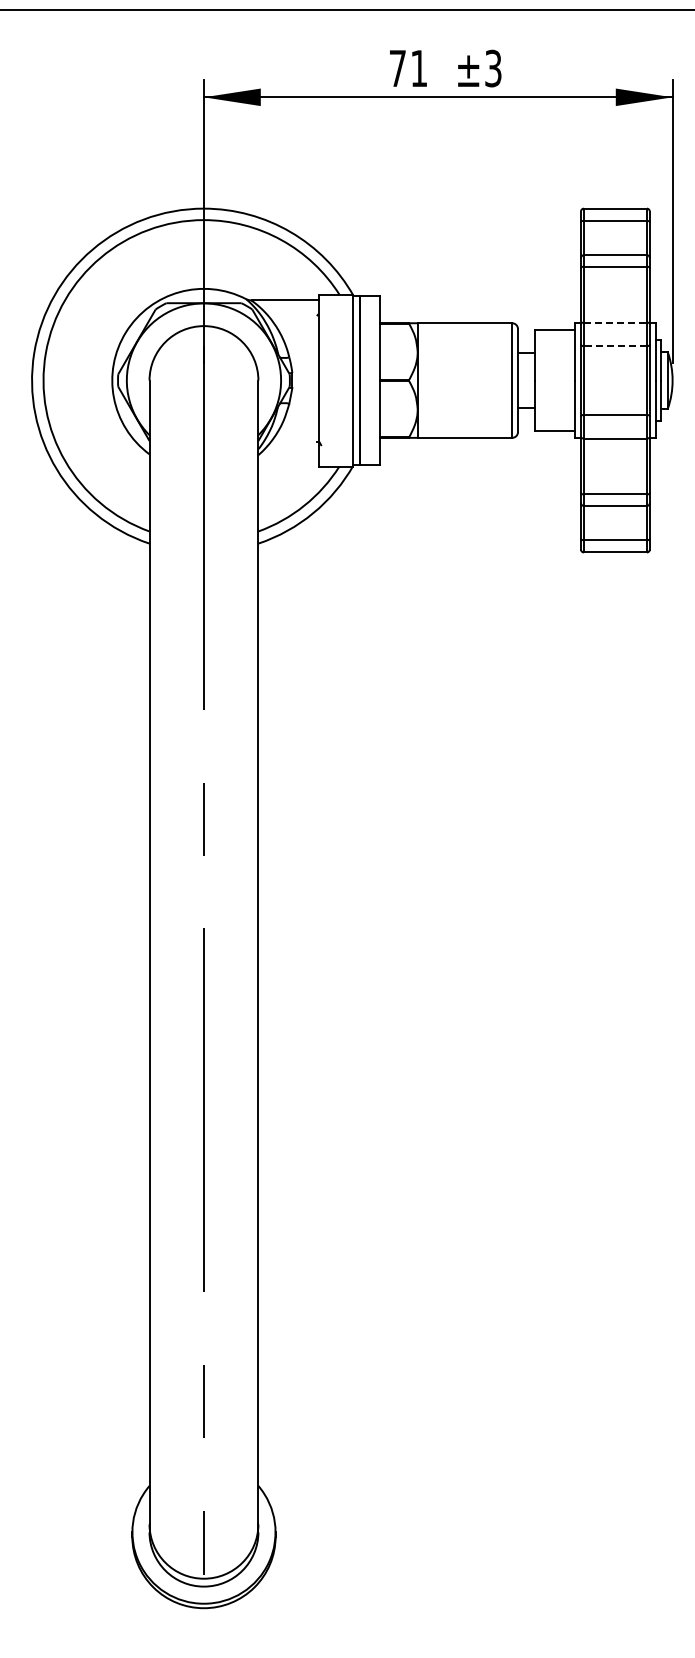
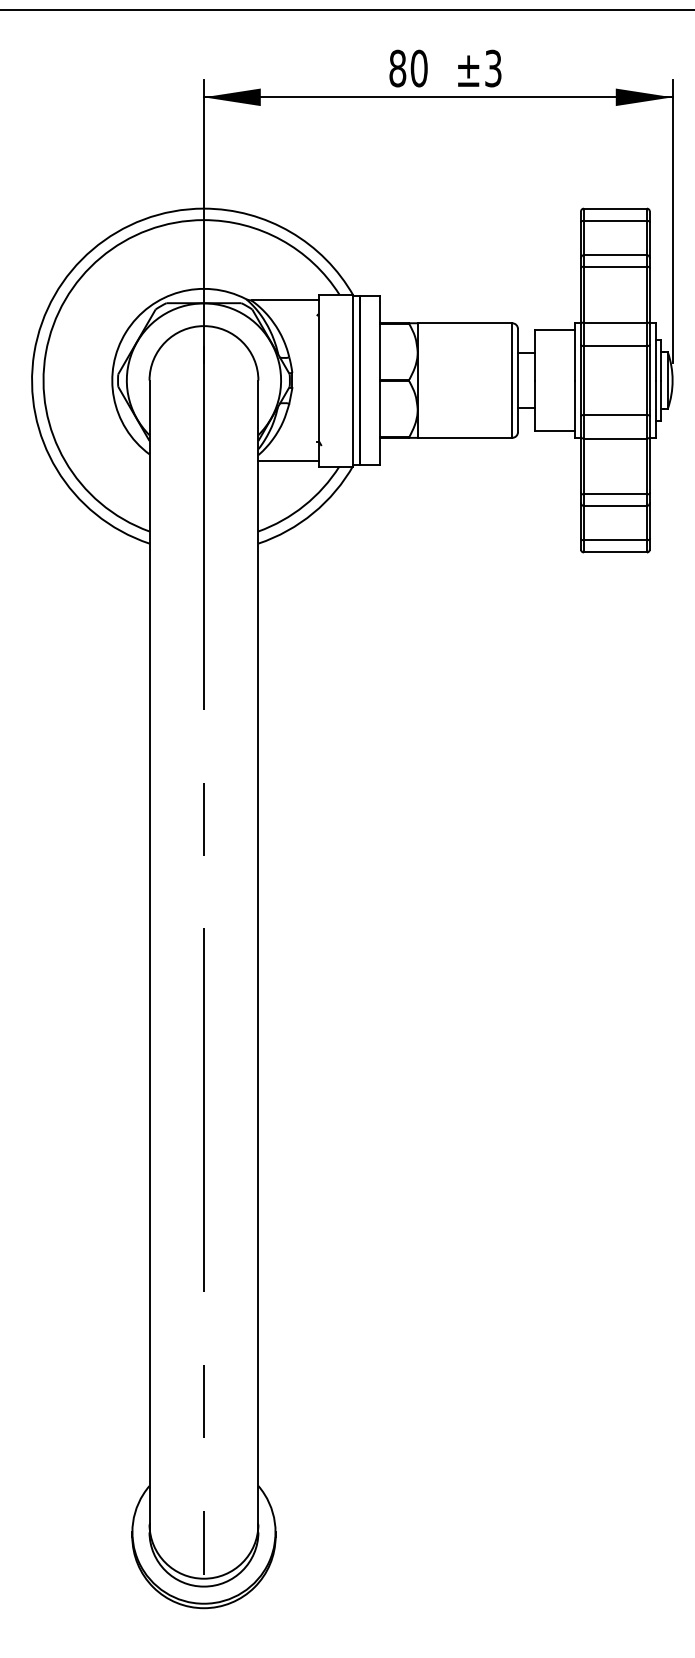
text at (408, 68): 71 -> 80
line at (615, 322): dashed -> solid
line at (615, 346): dashed -> solid
line at (288, 460): none -> present
